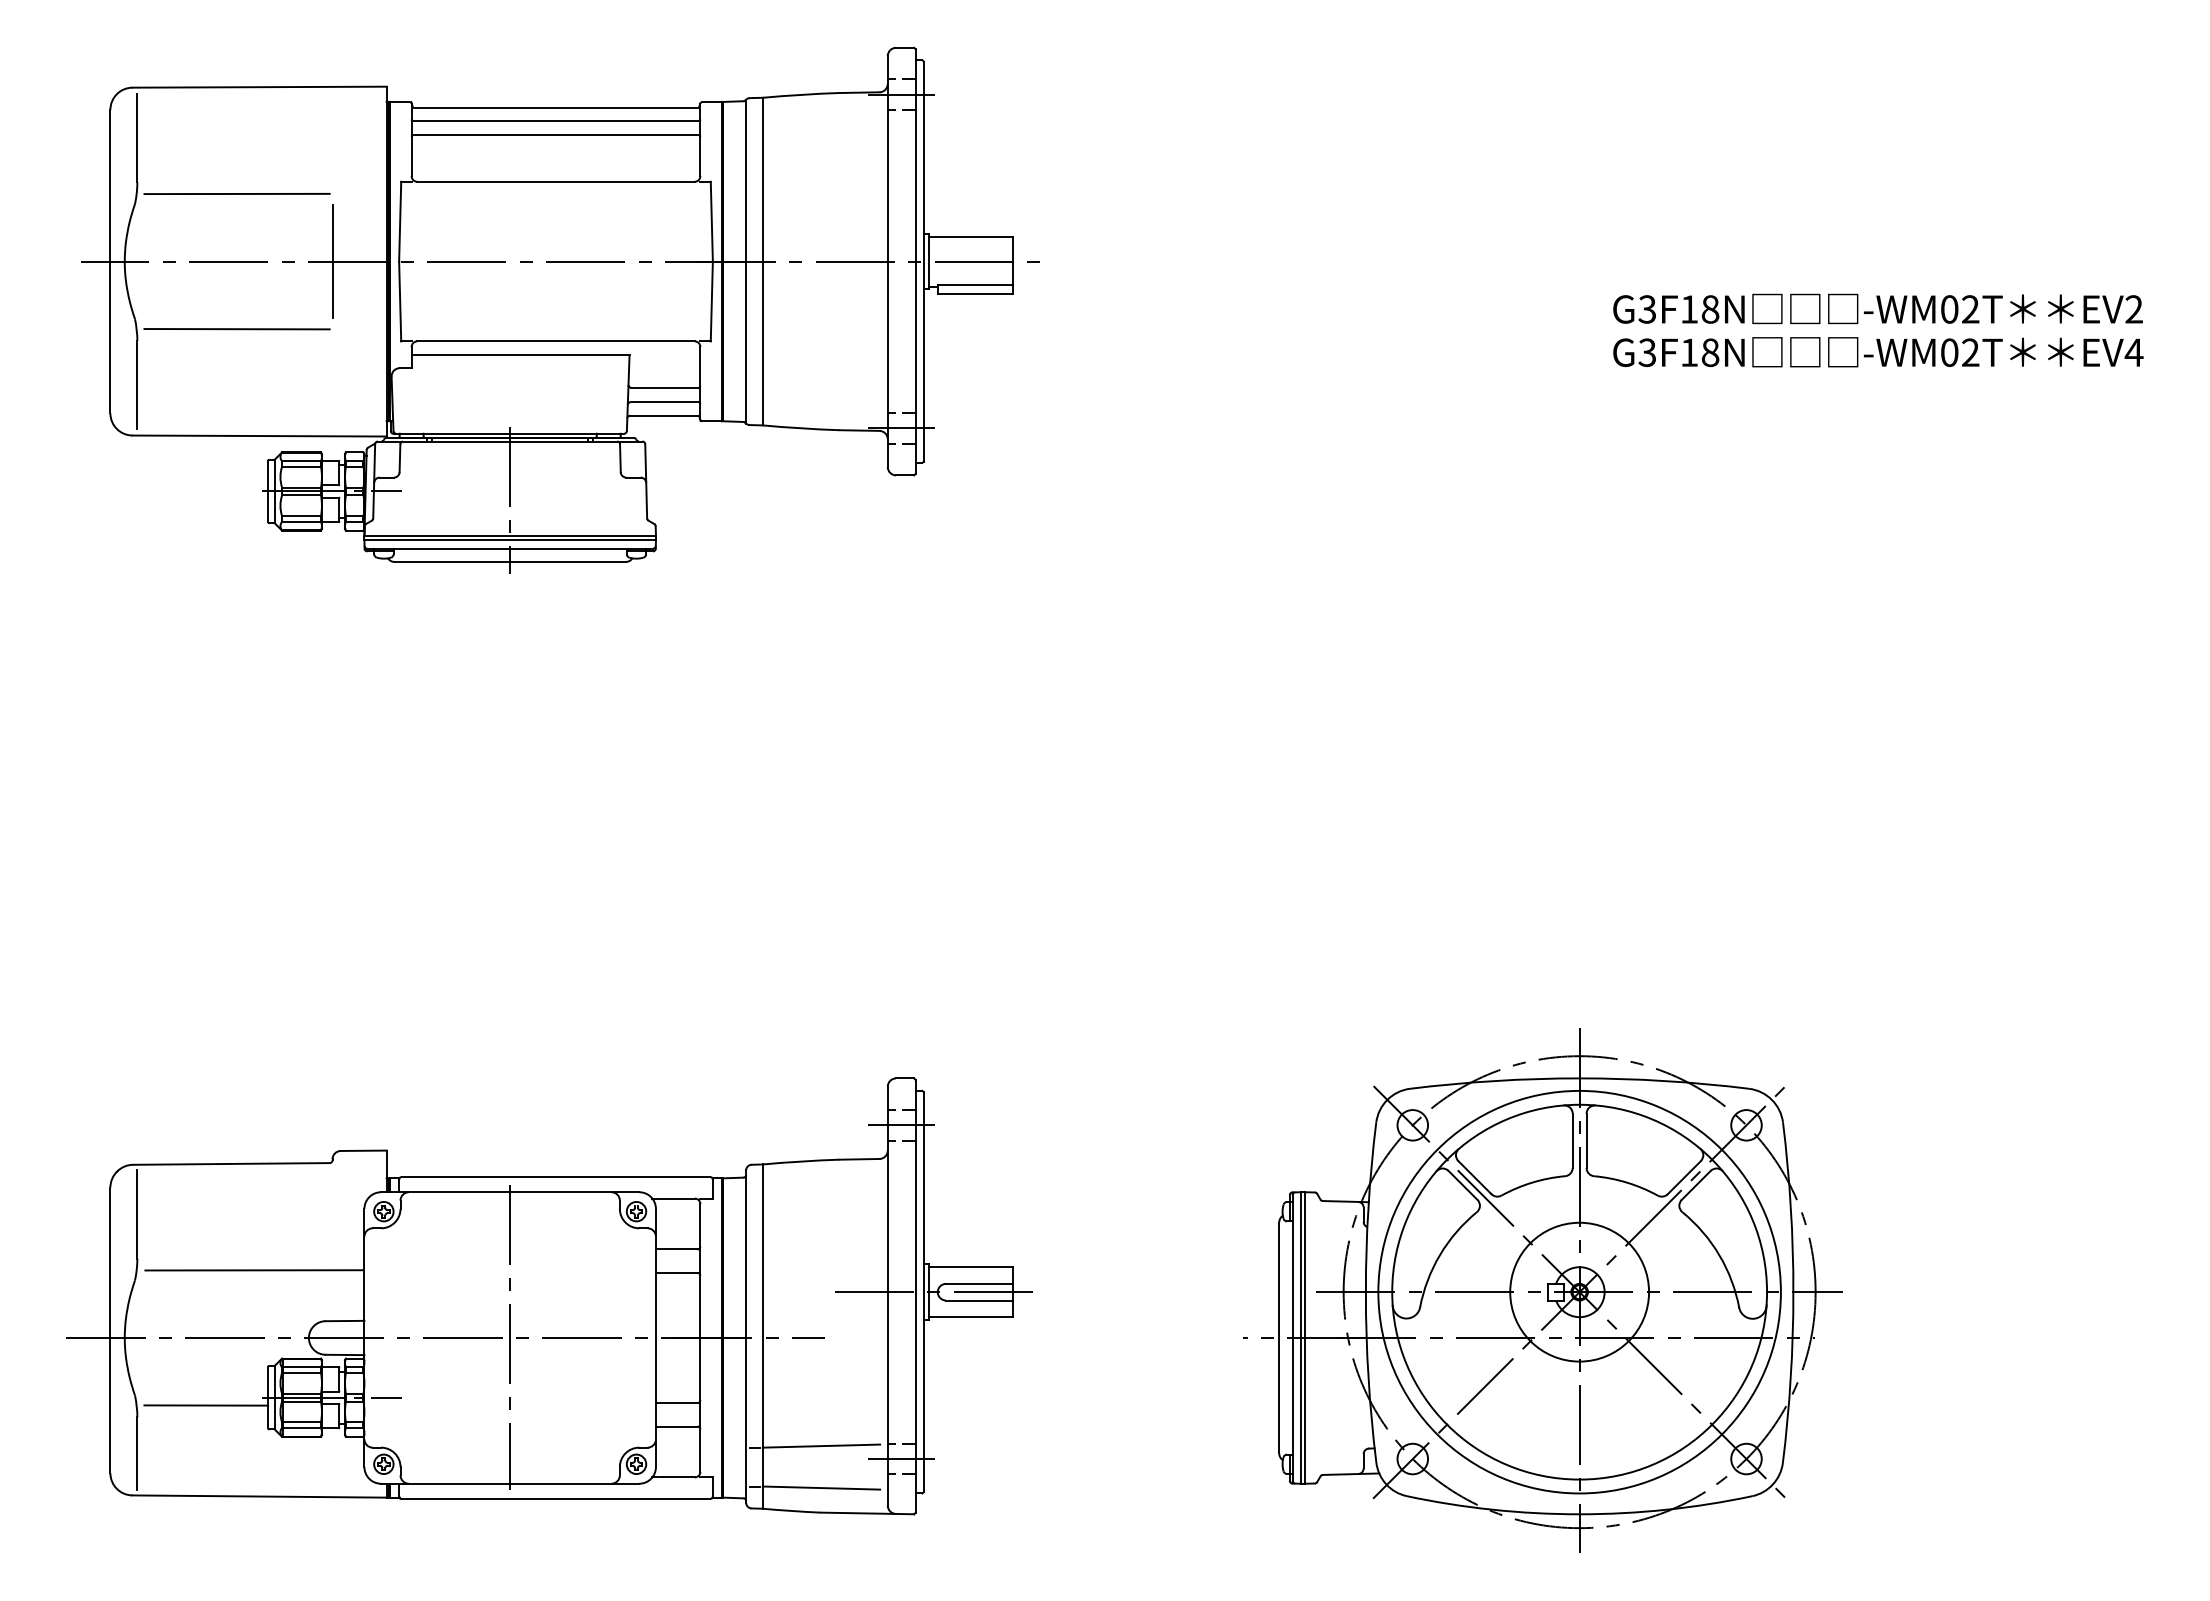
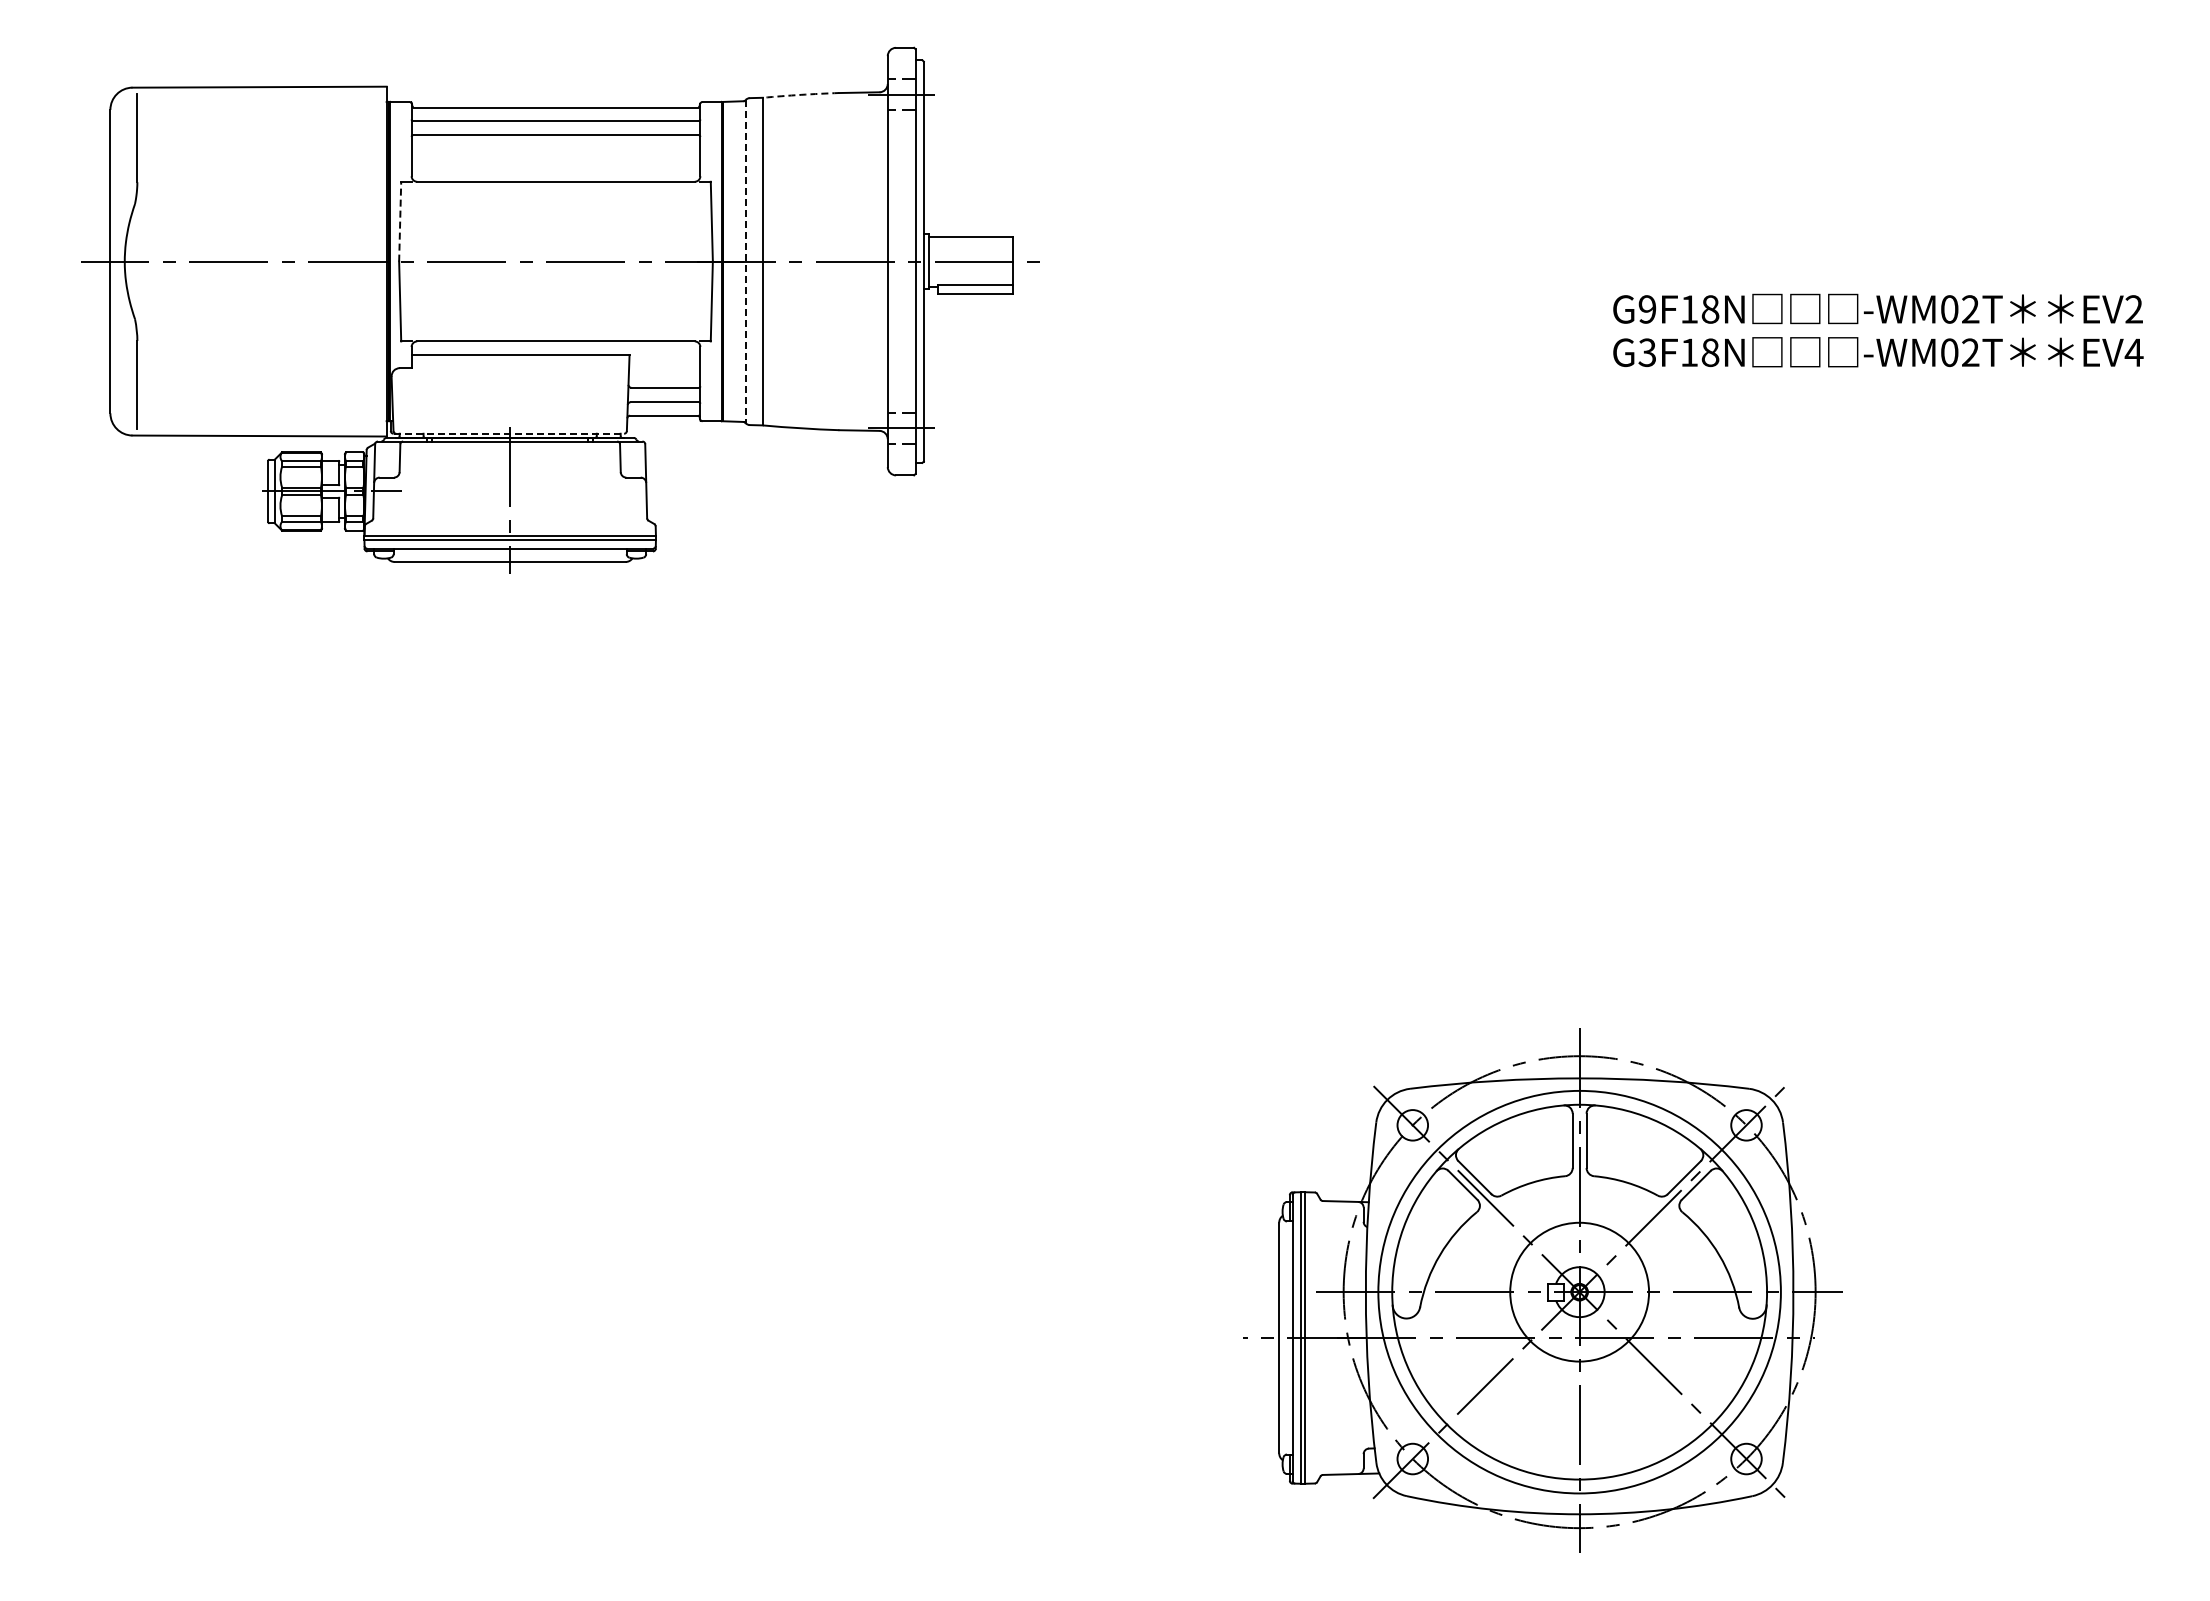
arc at (801, 94): solid -> dashed
line at (236, 193): present -> none
line at (400, 221): solid -> dashed
line at (332, 261): present -> none
line at (746, 262): solid -> dashed
text at (1647, 309): G3F18N -> G9F18N
line at (236, 329): present -> none
line at (509, 433): solid -> dashed
part at (549, 1296): present -> none
